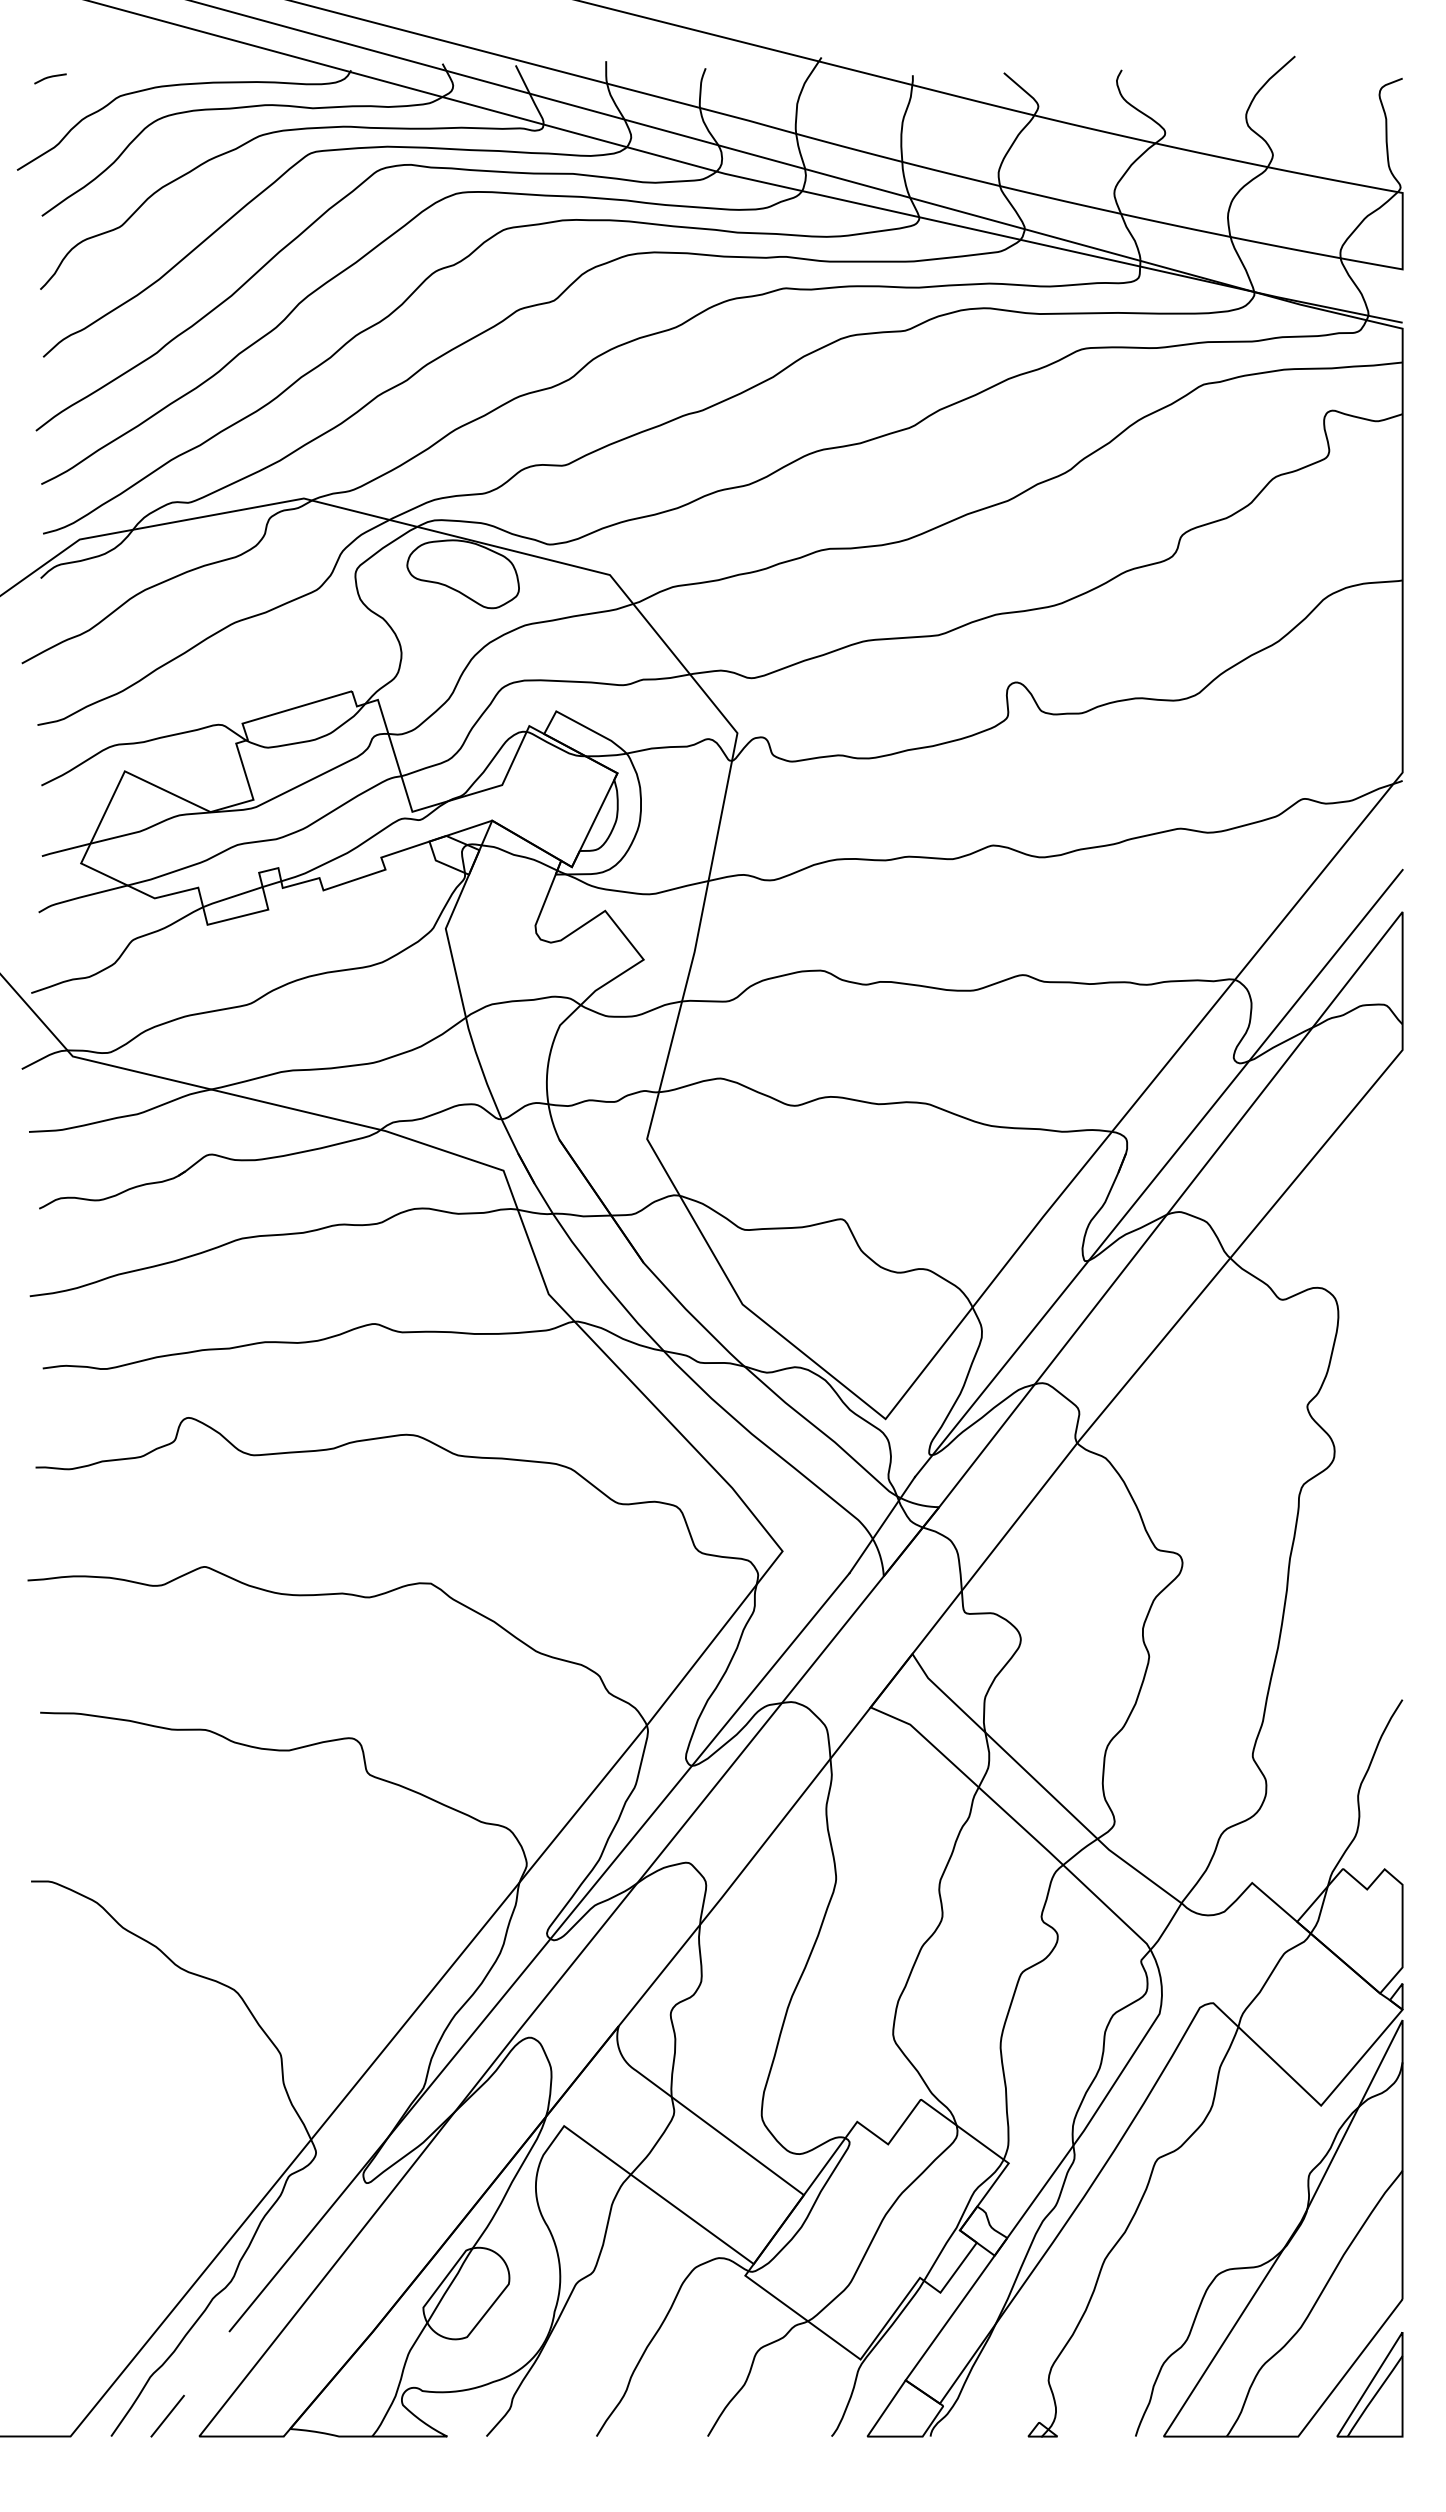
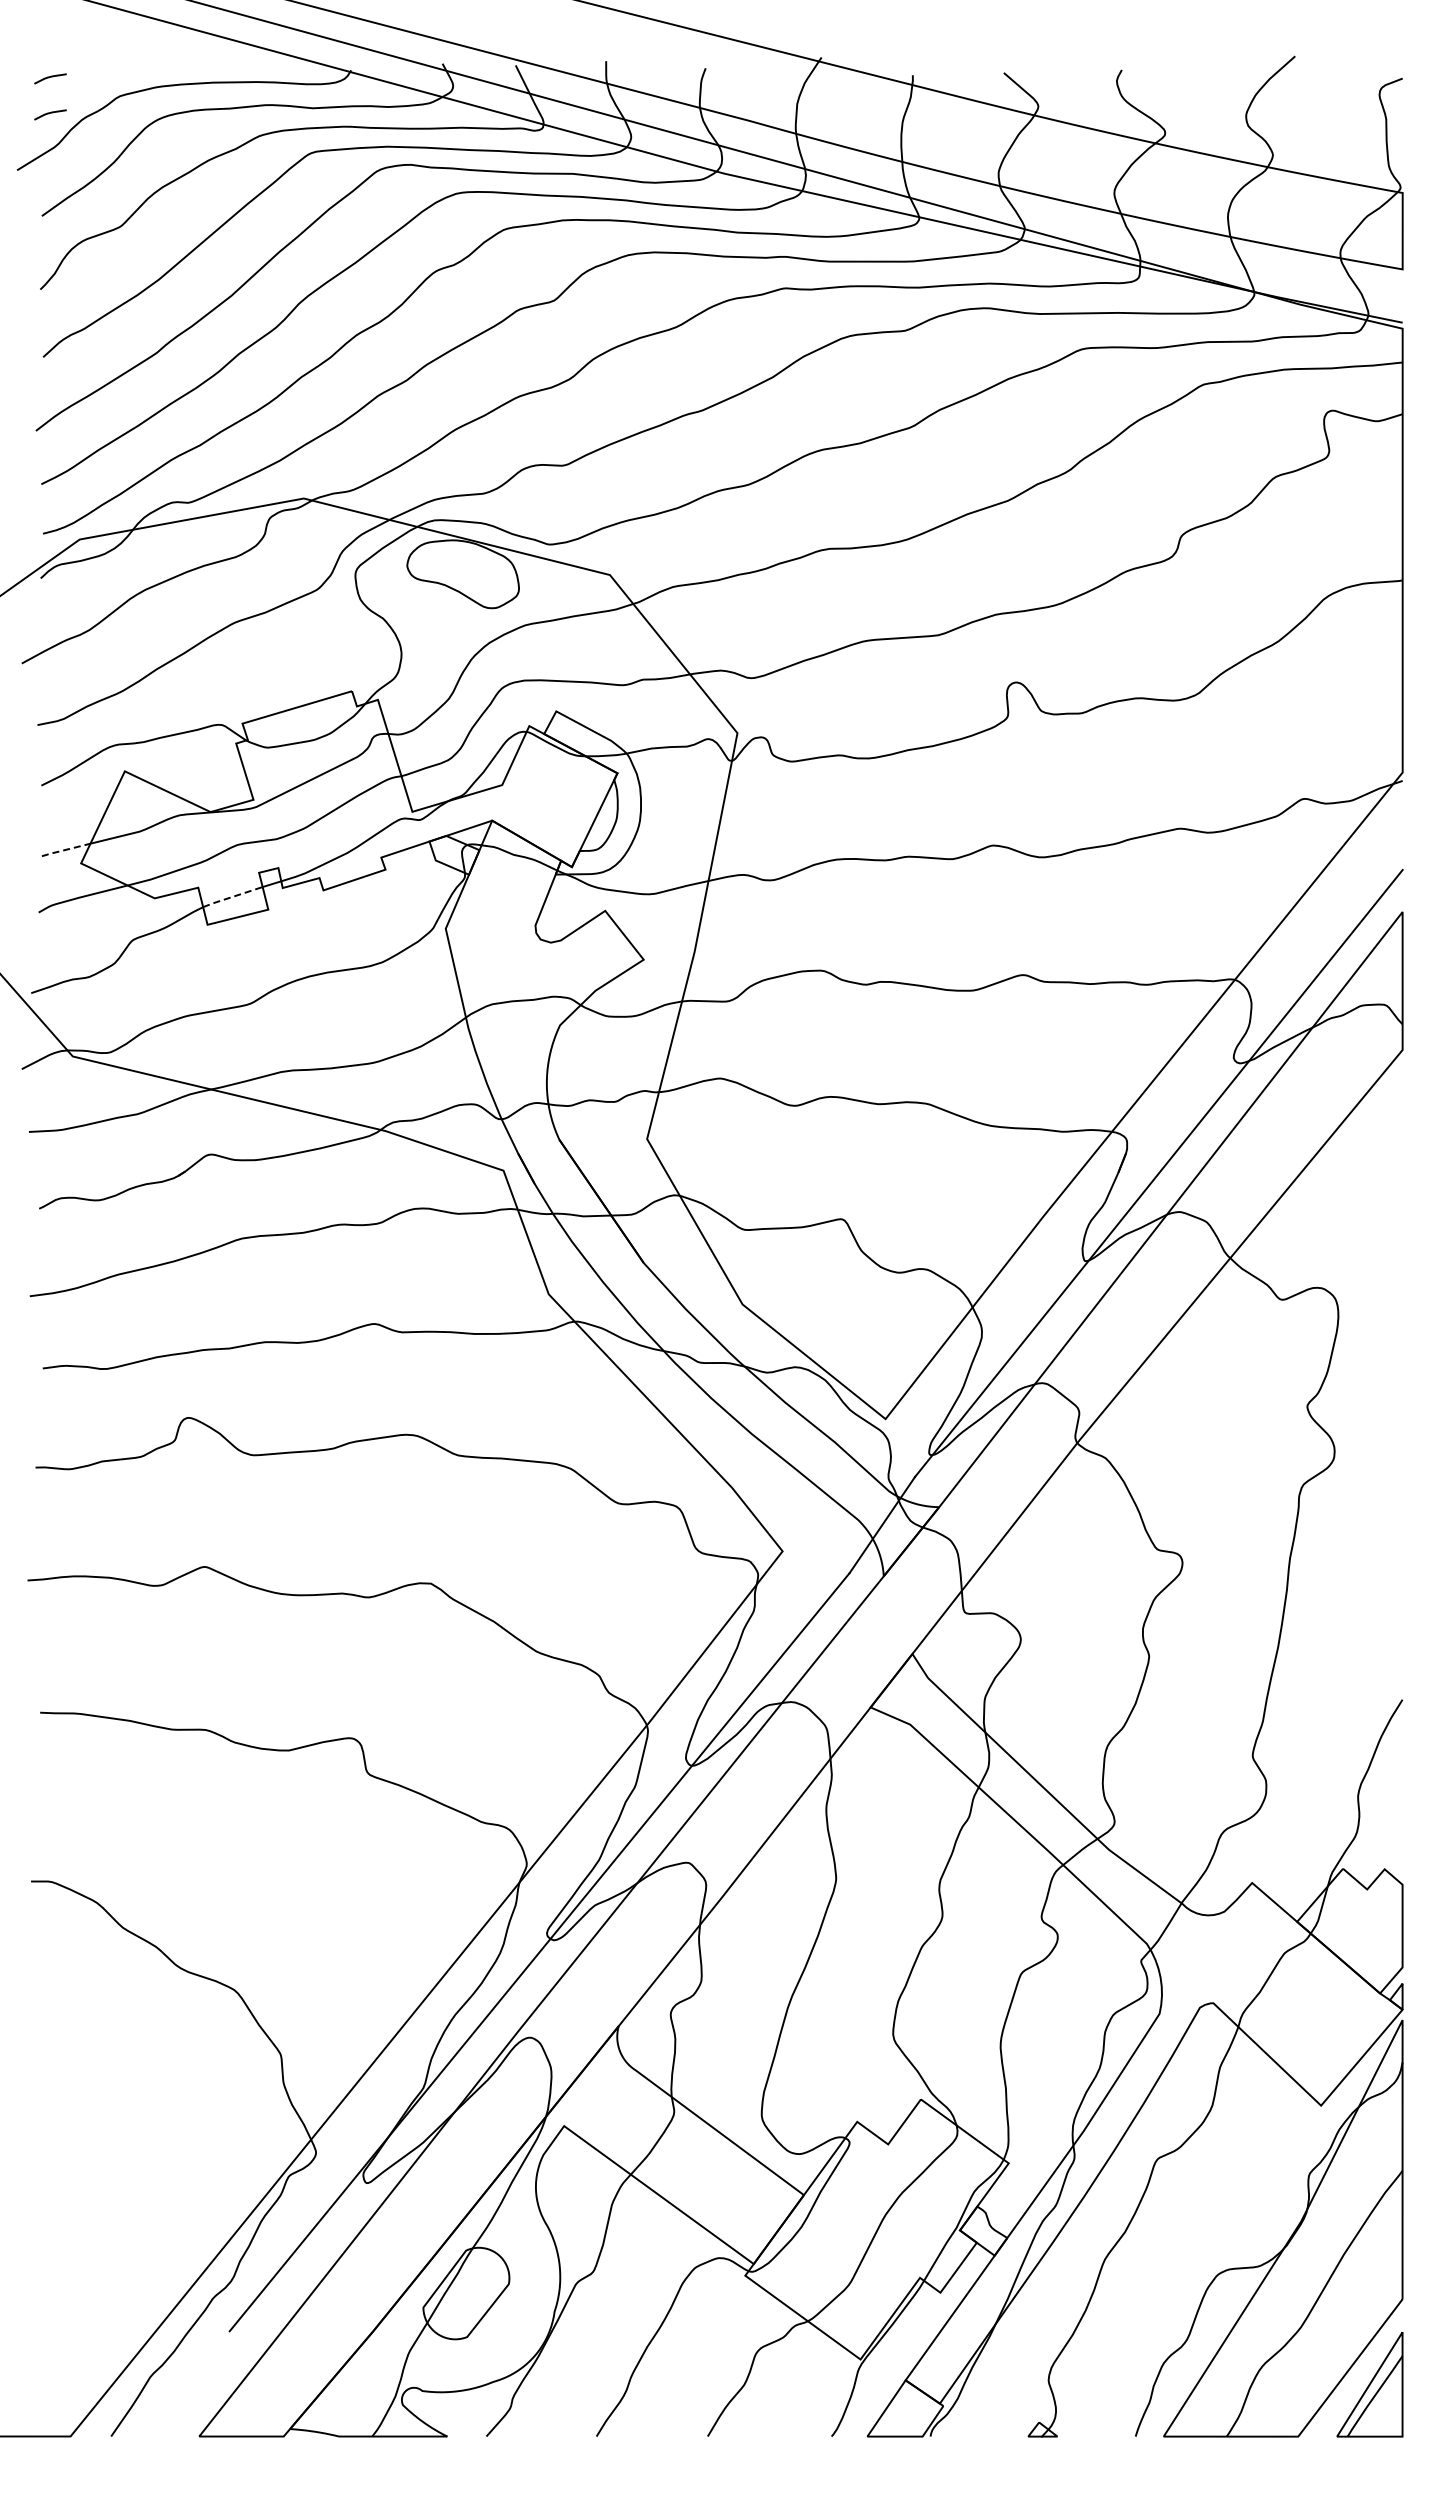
line at (50, 113): none -> present
line at (65, 849): solid -> dashed
line at (232, 897): solid -> dashed
line at (167, 2415): present -> none
